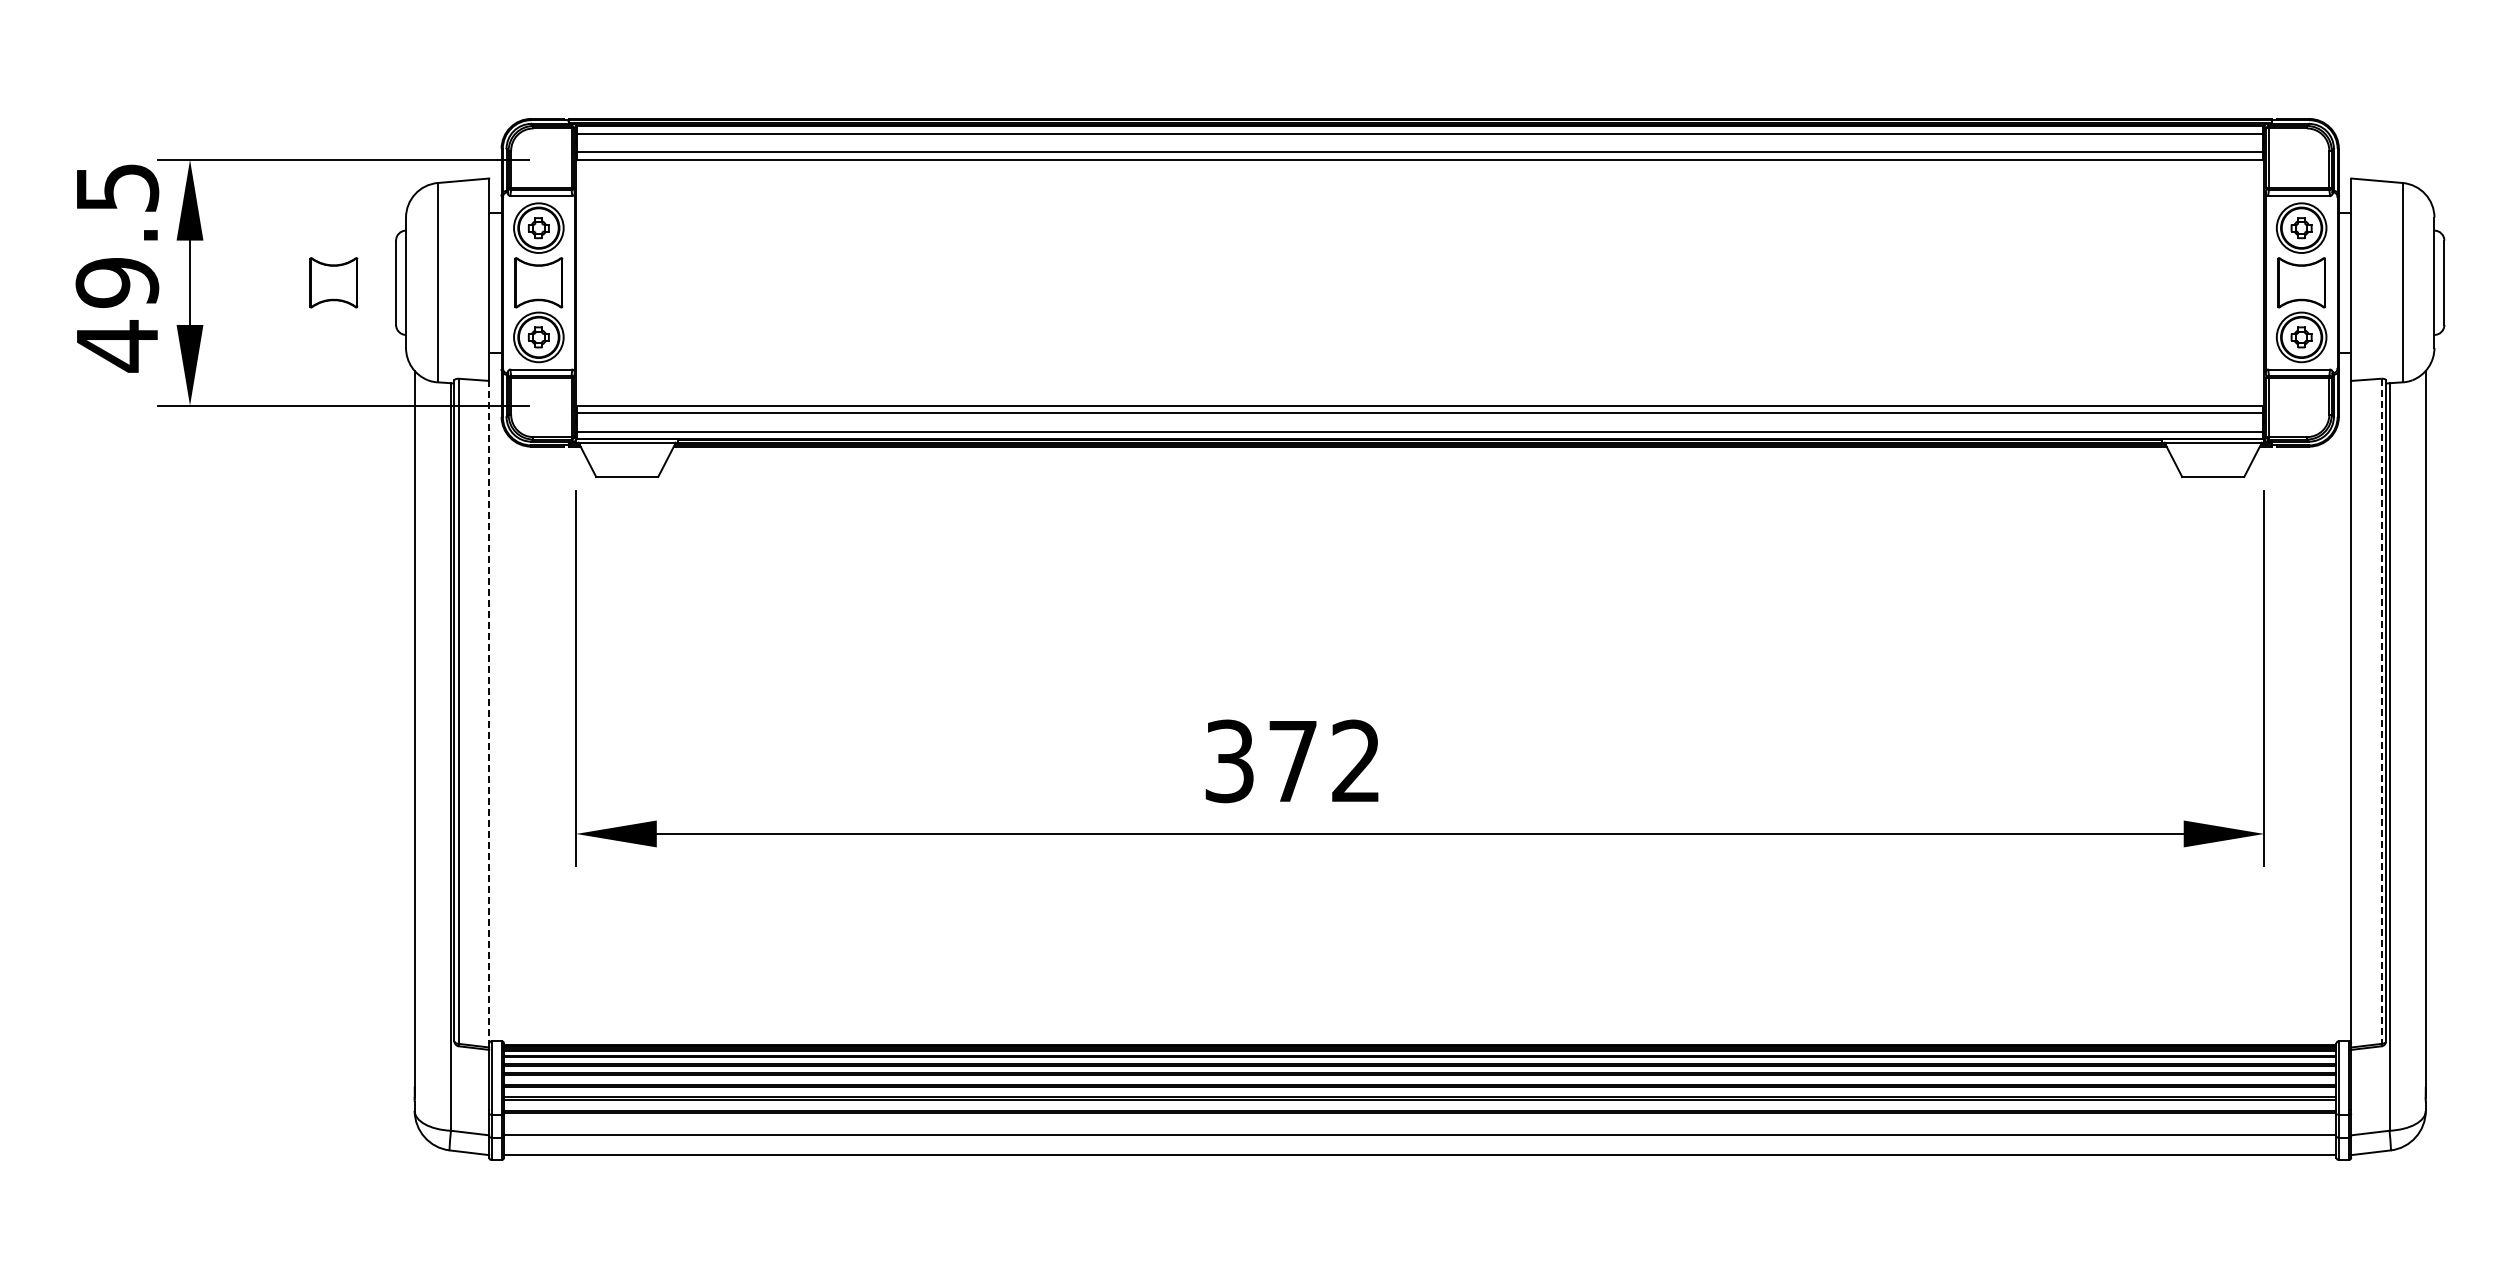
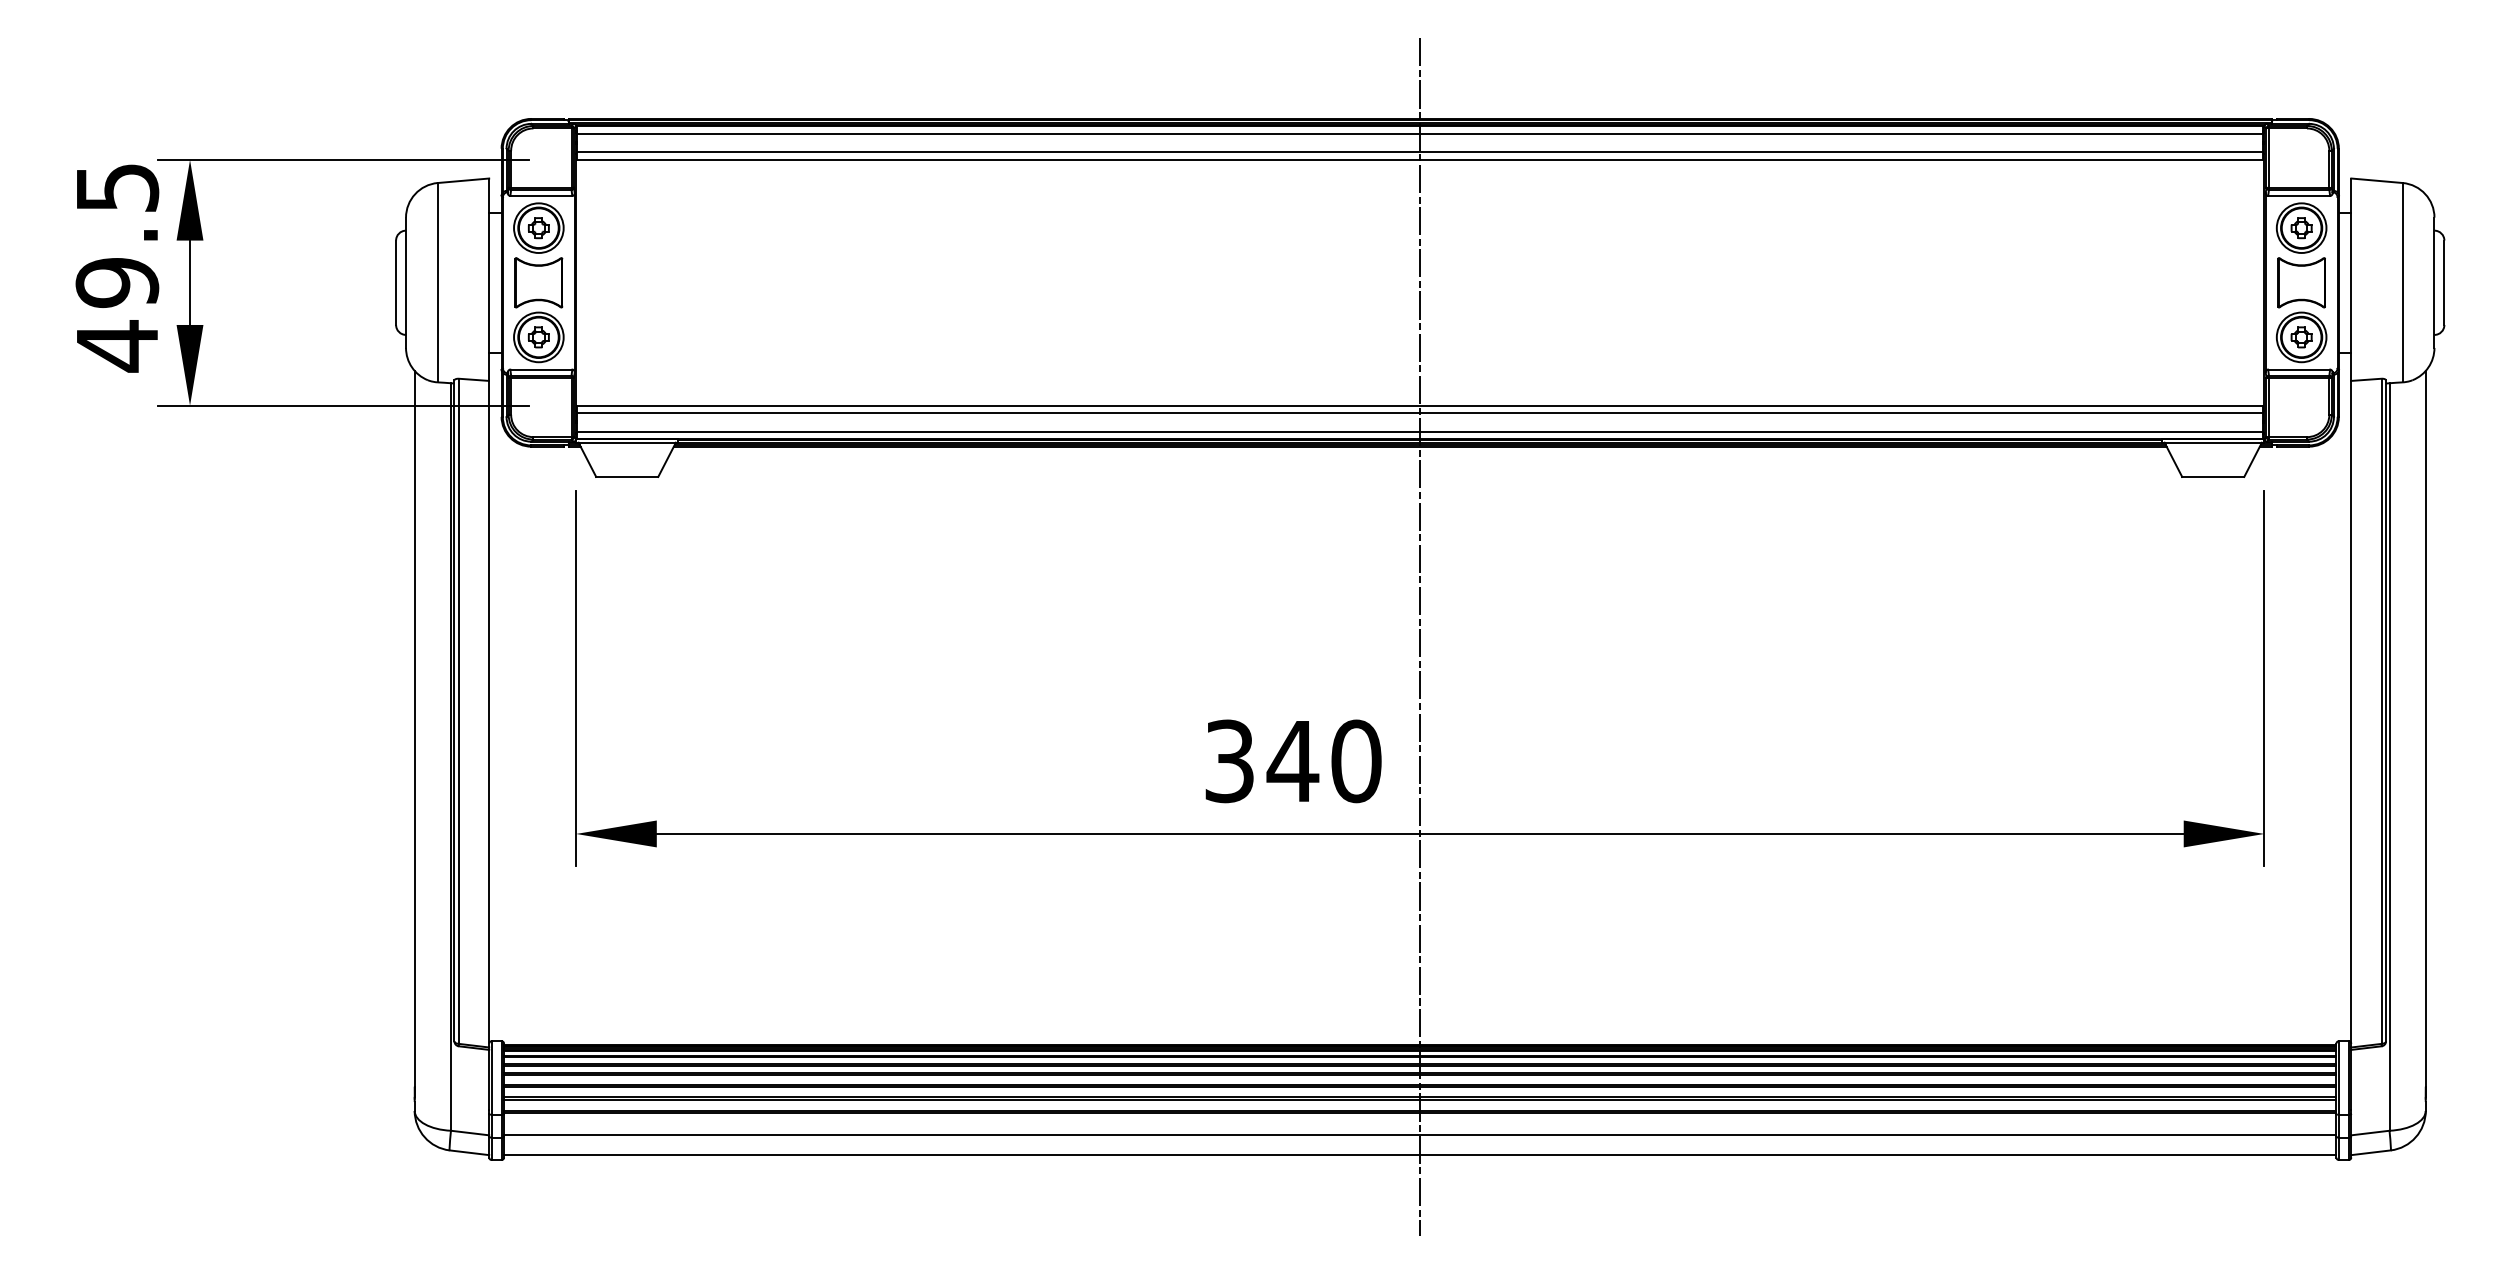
part at (333, 282): present -> none
line at (1420, 636): none -> present
line at (2381, 711): dashed -> solid
line at (489, 713): dashed -> solid
text at (1323, 761): 372 -> 340
